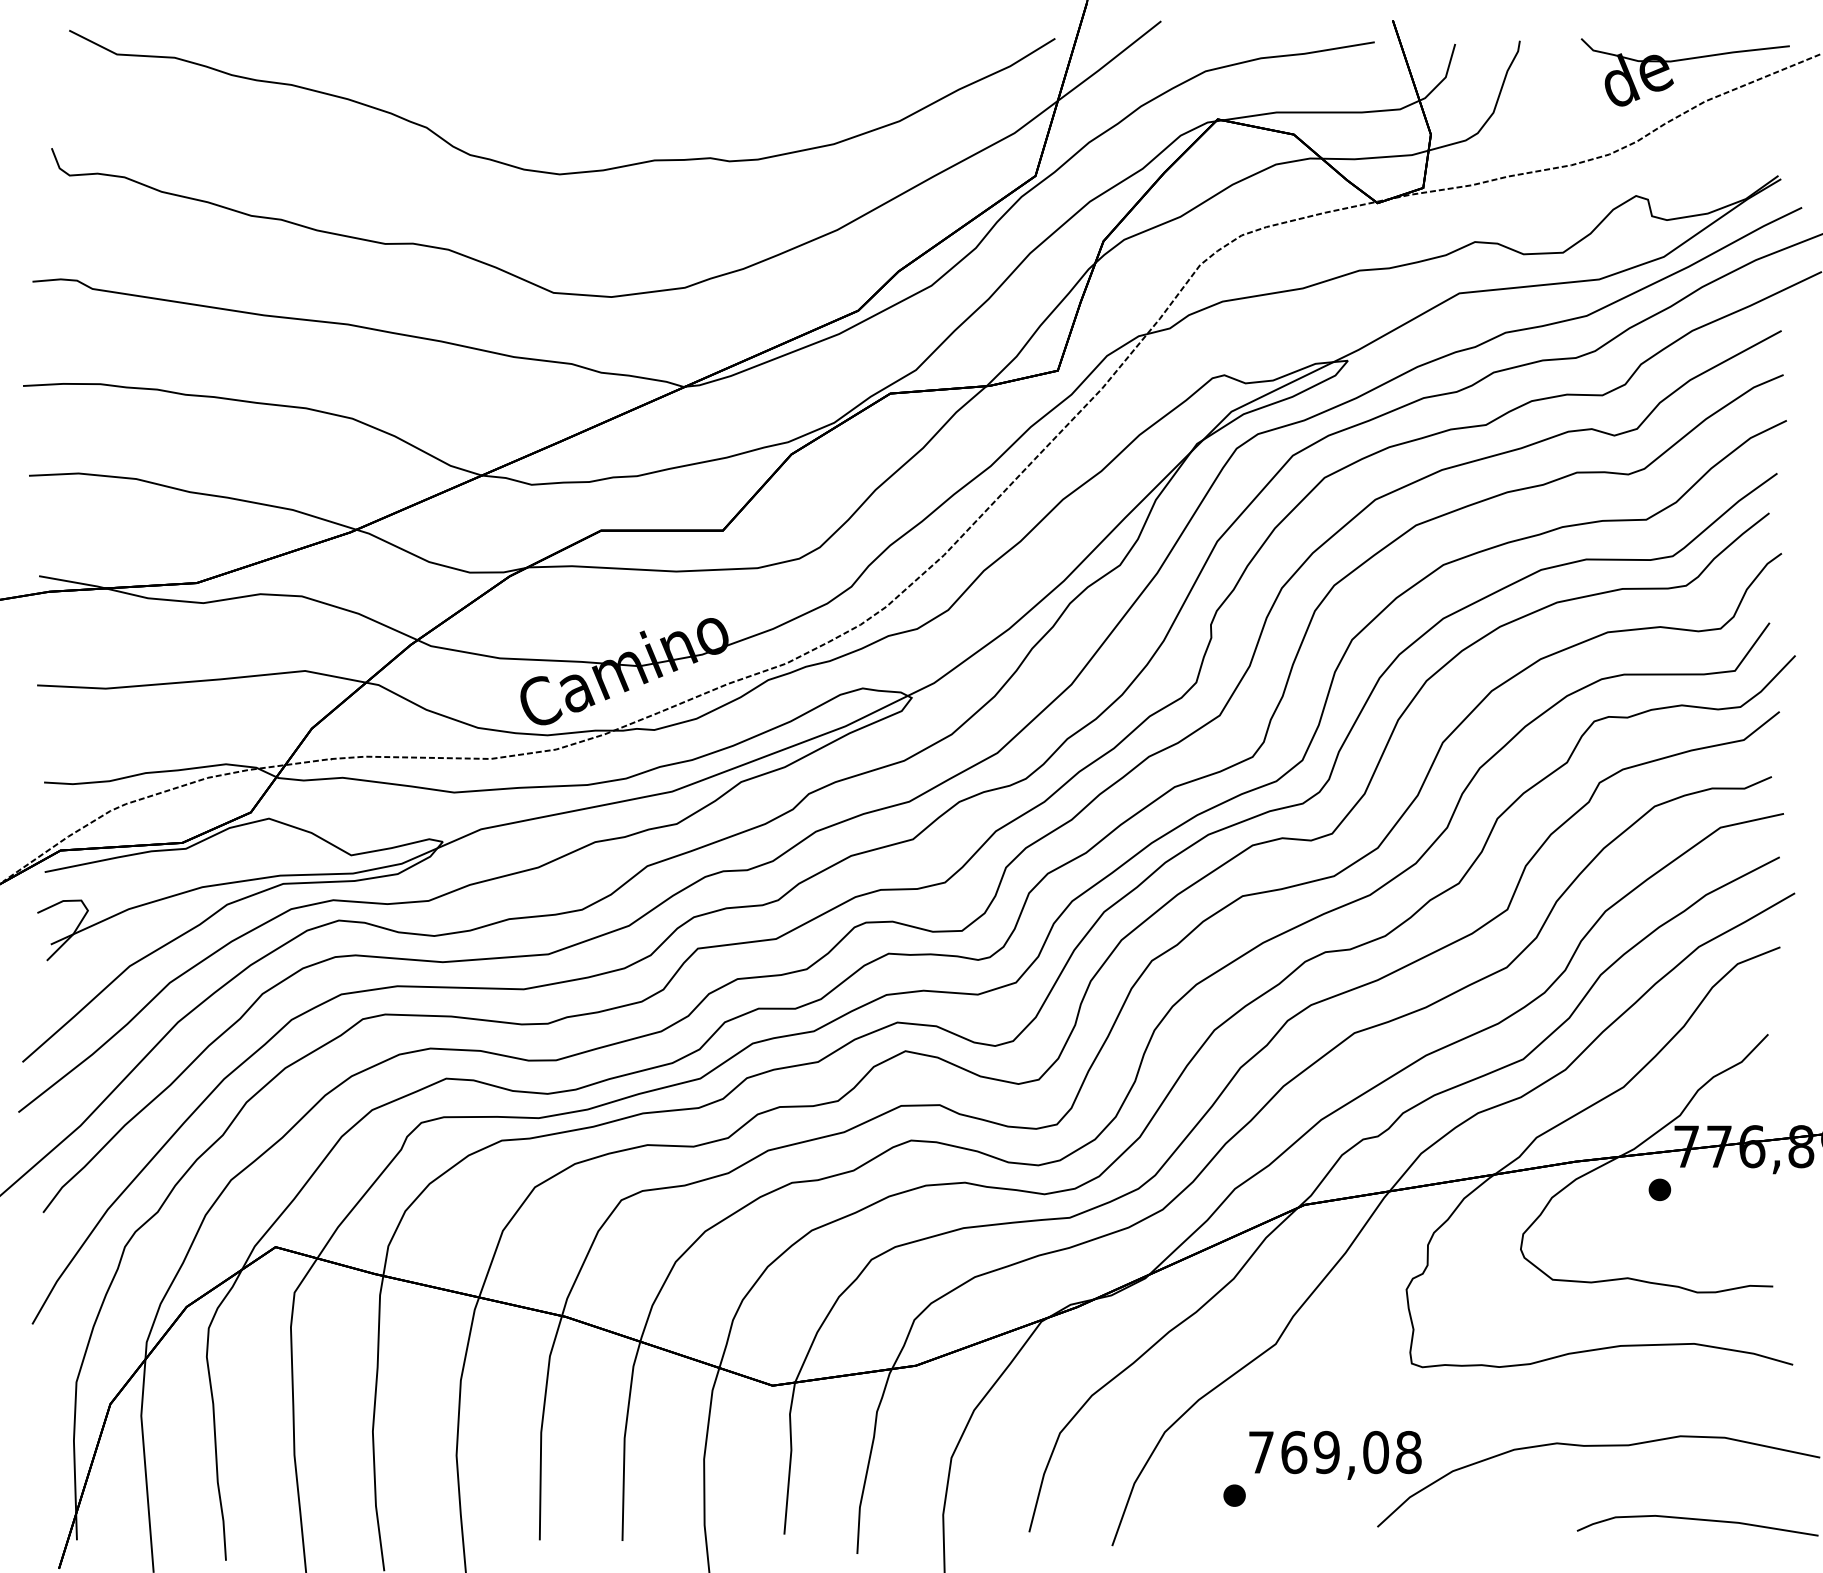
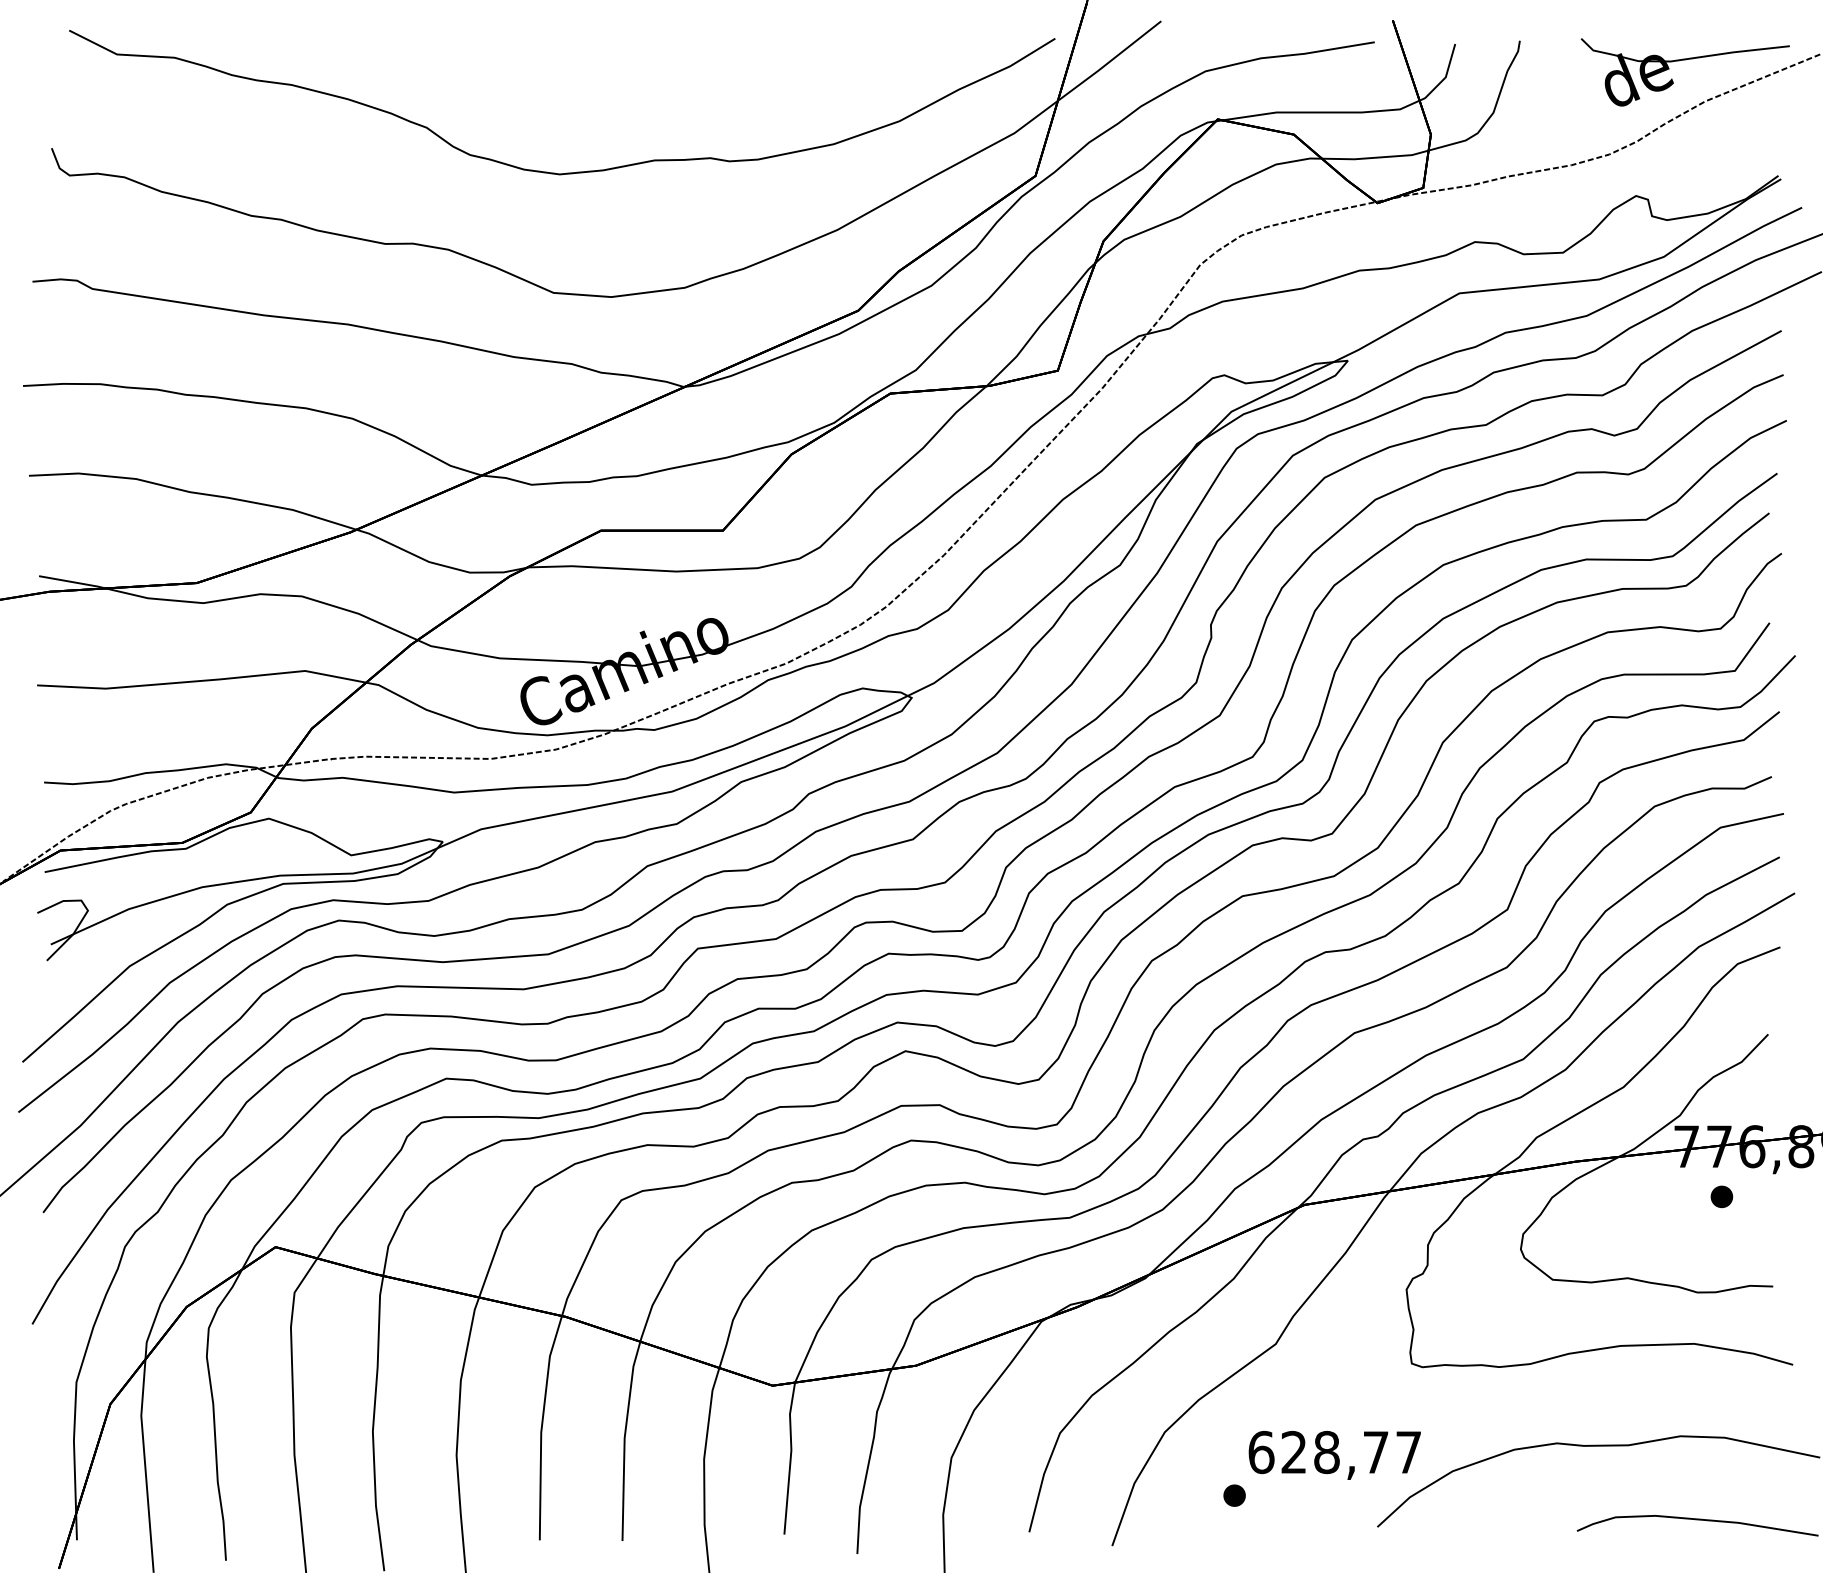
part at (1659, 1189) position: (1659, 1189) -> (1721, 1196)
text at (1334, 1452): 769,08 -> 628,77
